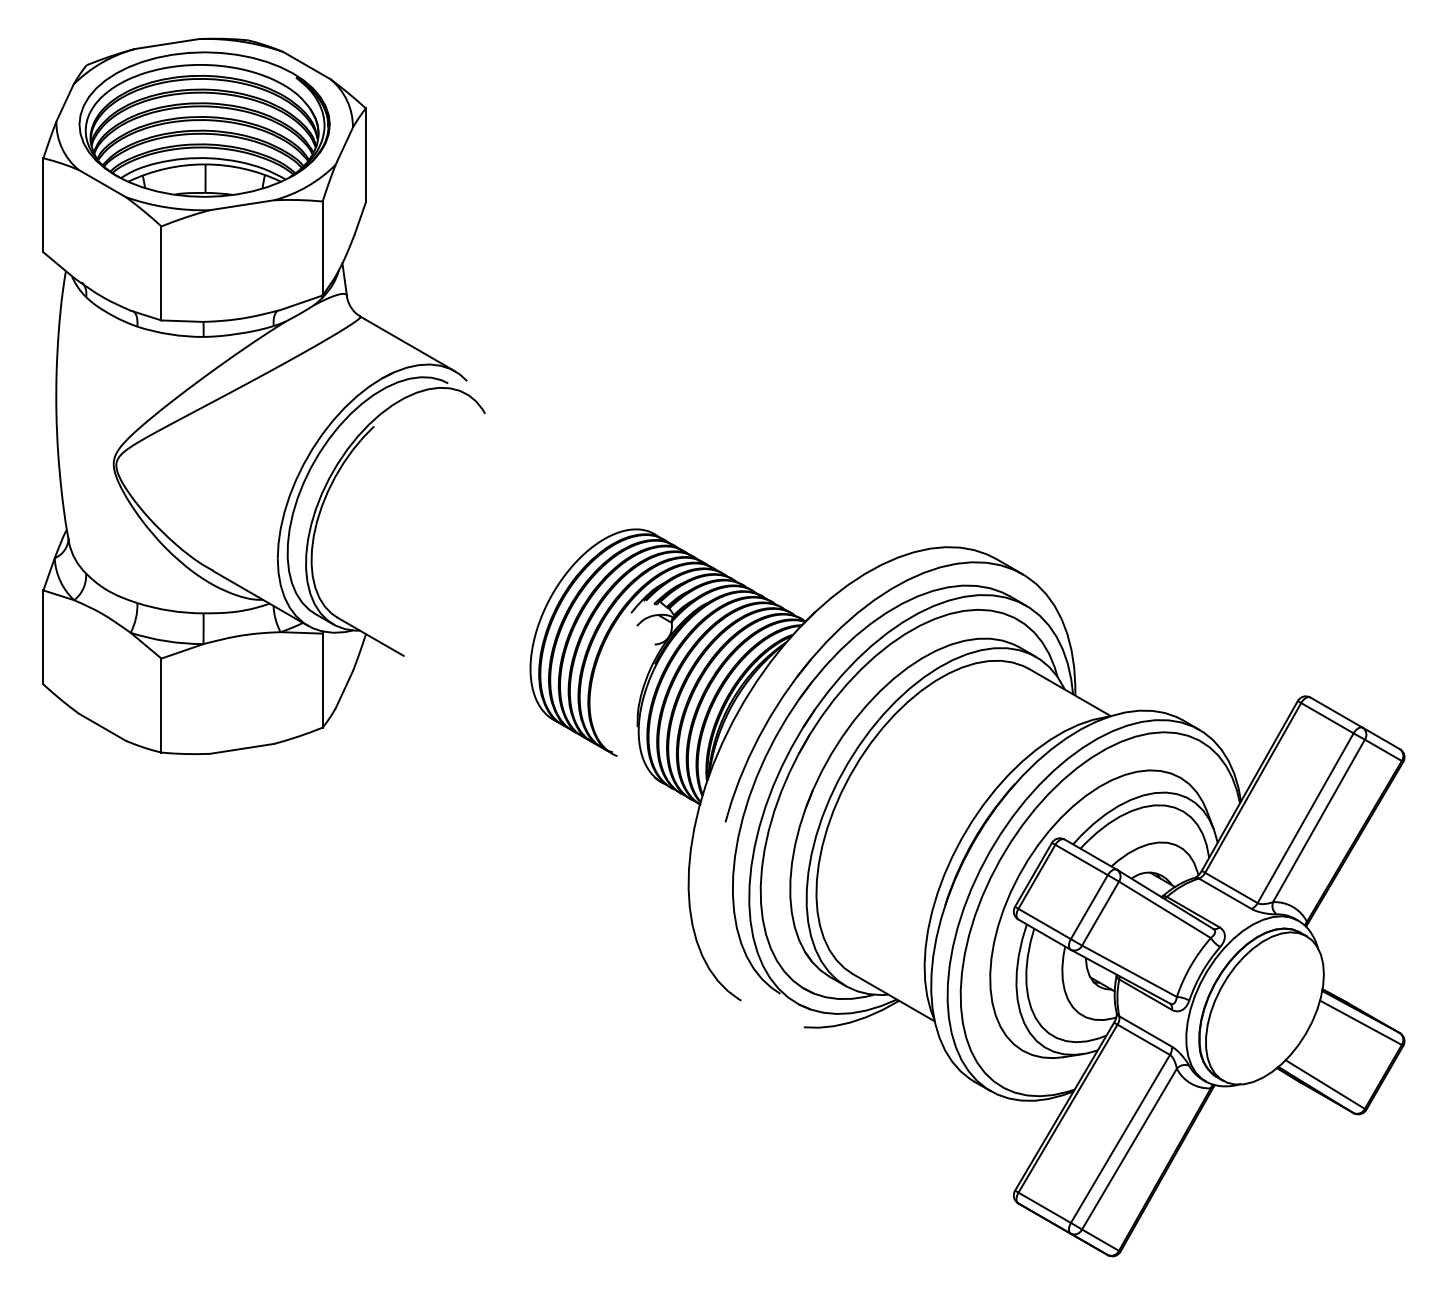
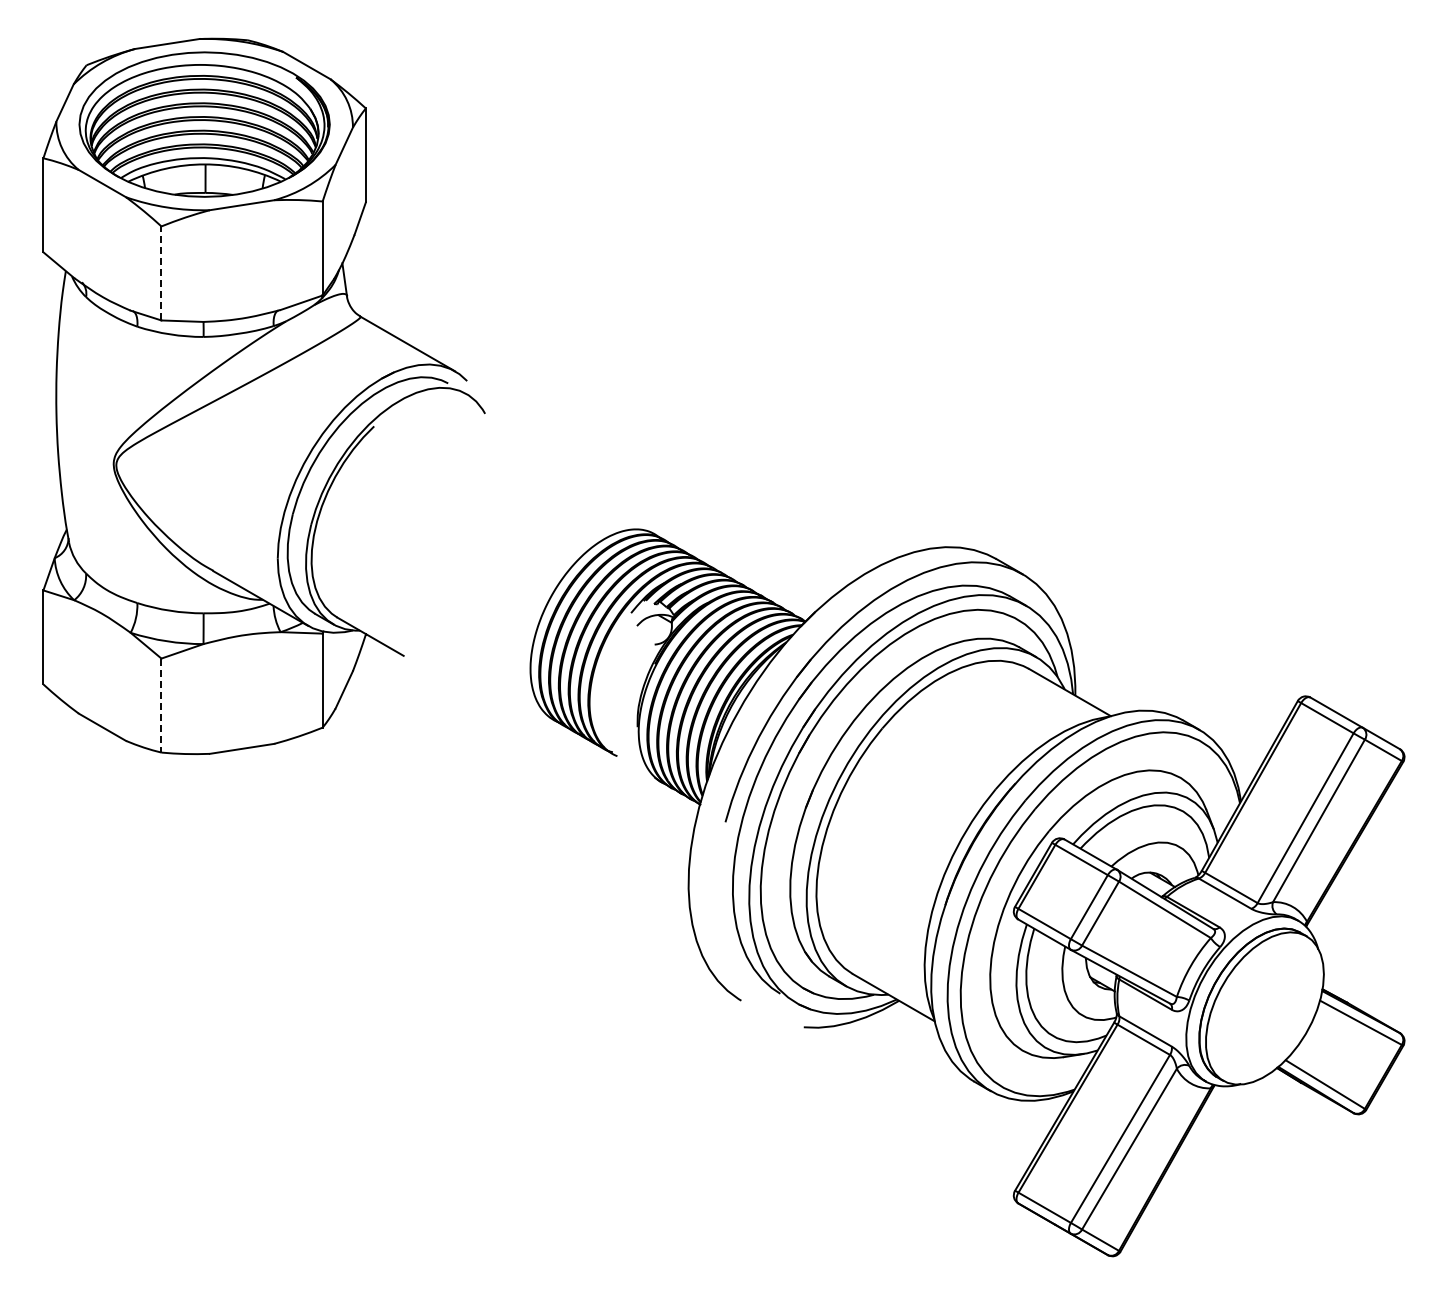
line at (161, 272): solid -> dashed
line at (161, 706): solid -> dashed
